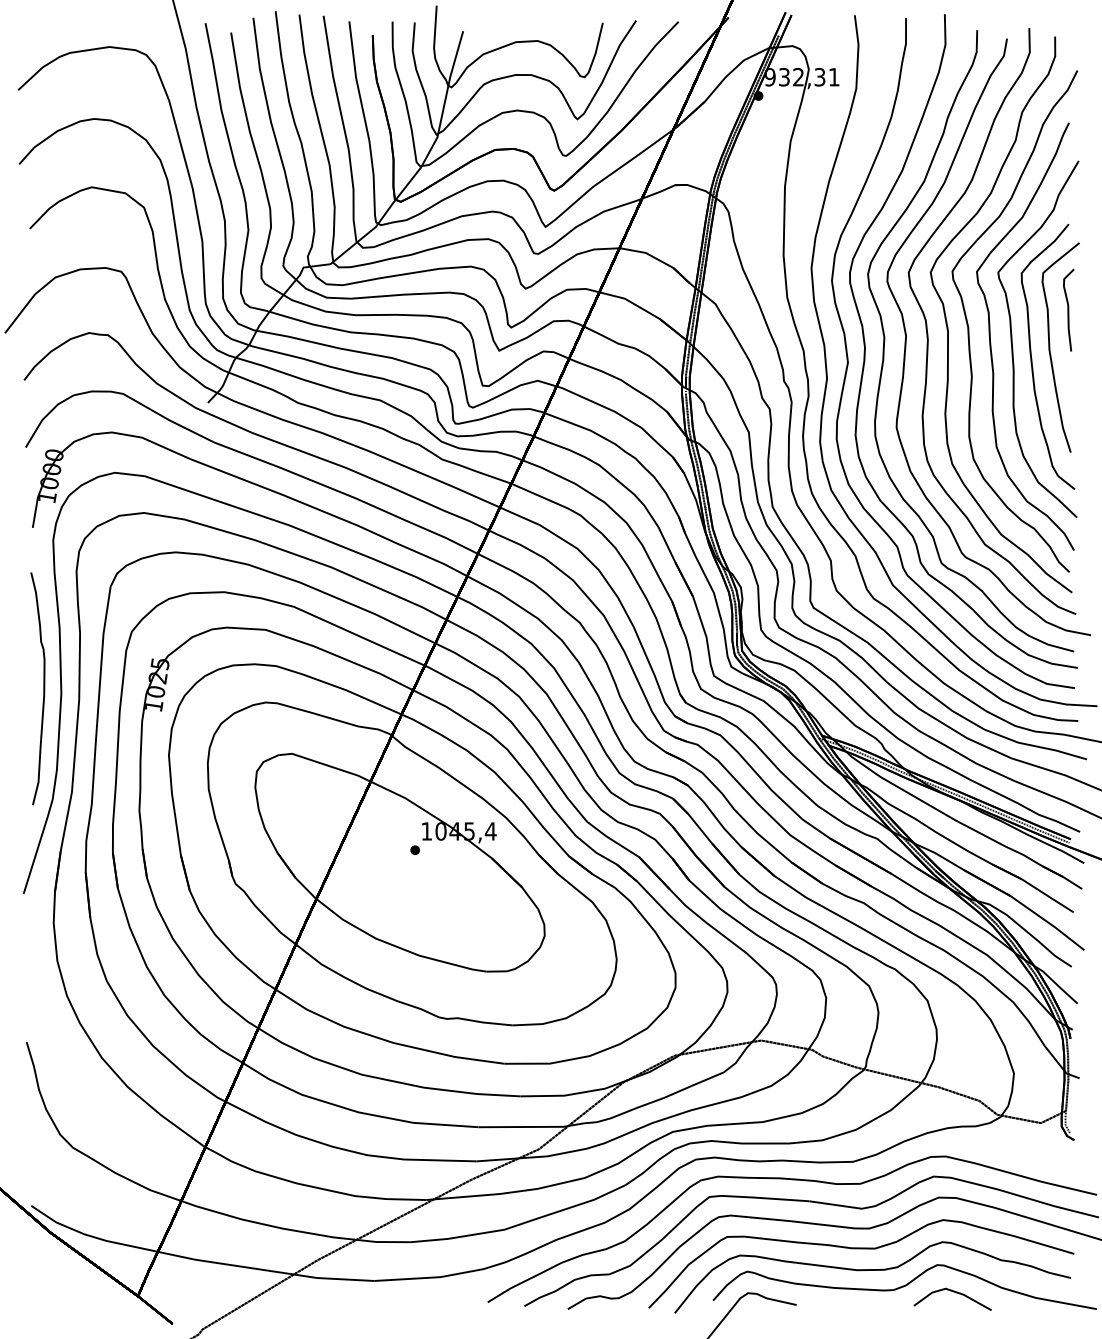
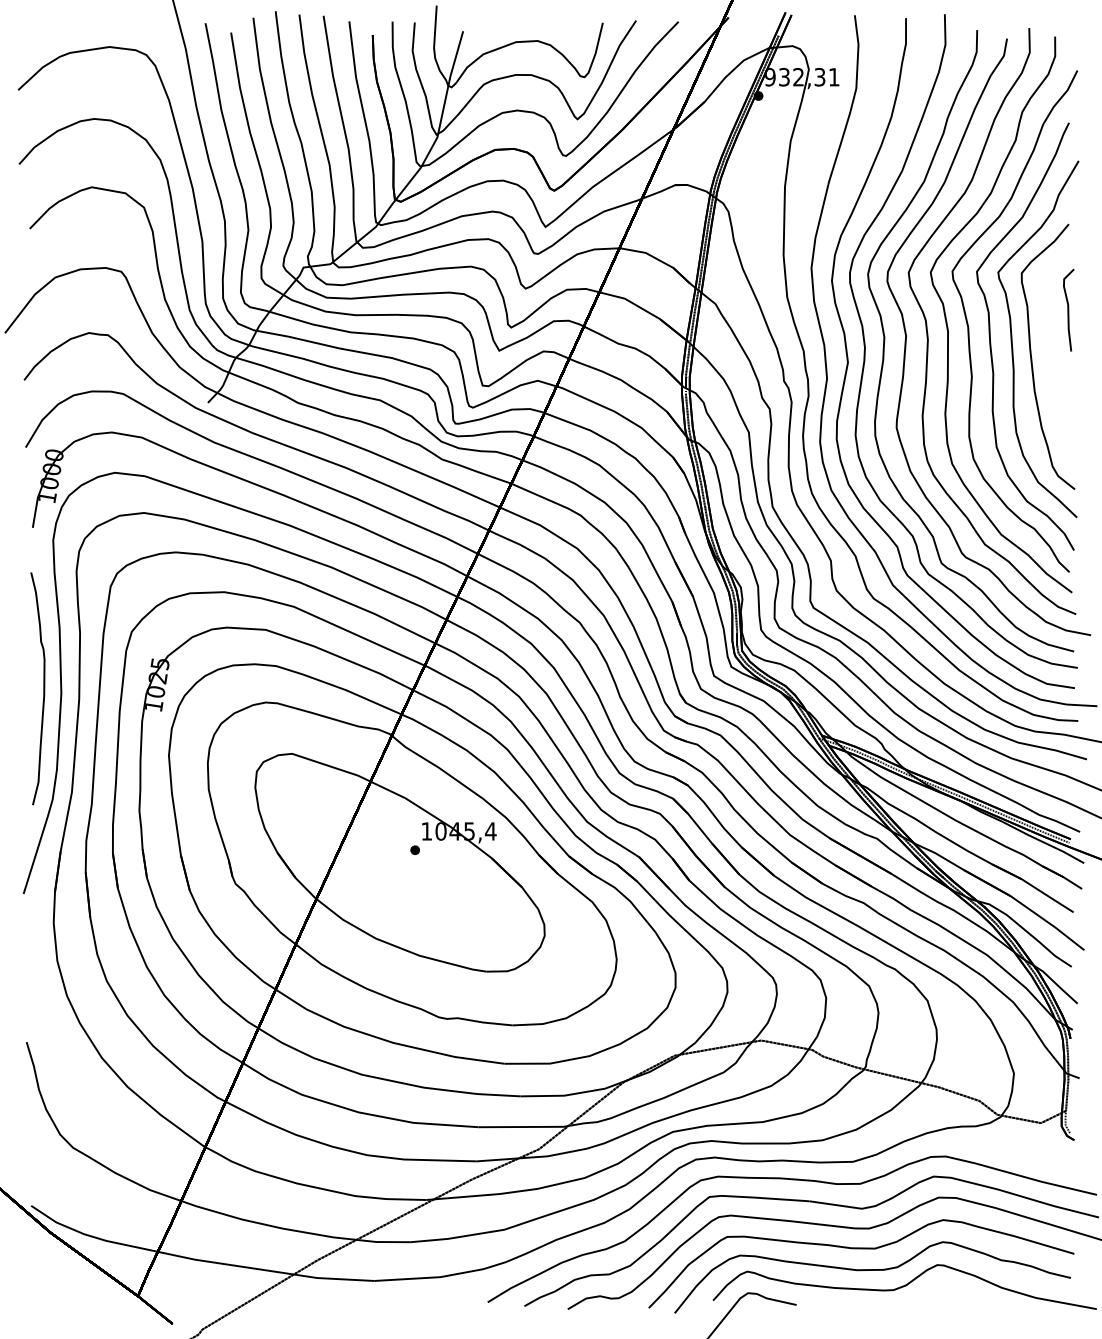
part at (1050, 347): present -> none
line at (953, 1292): present -> none
